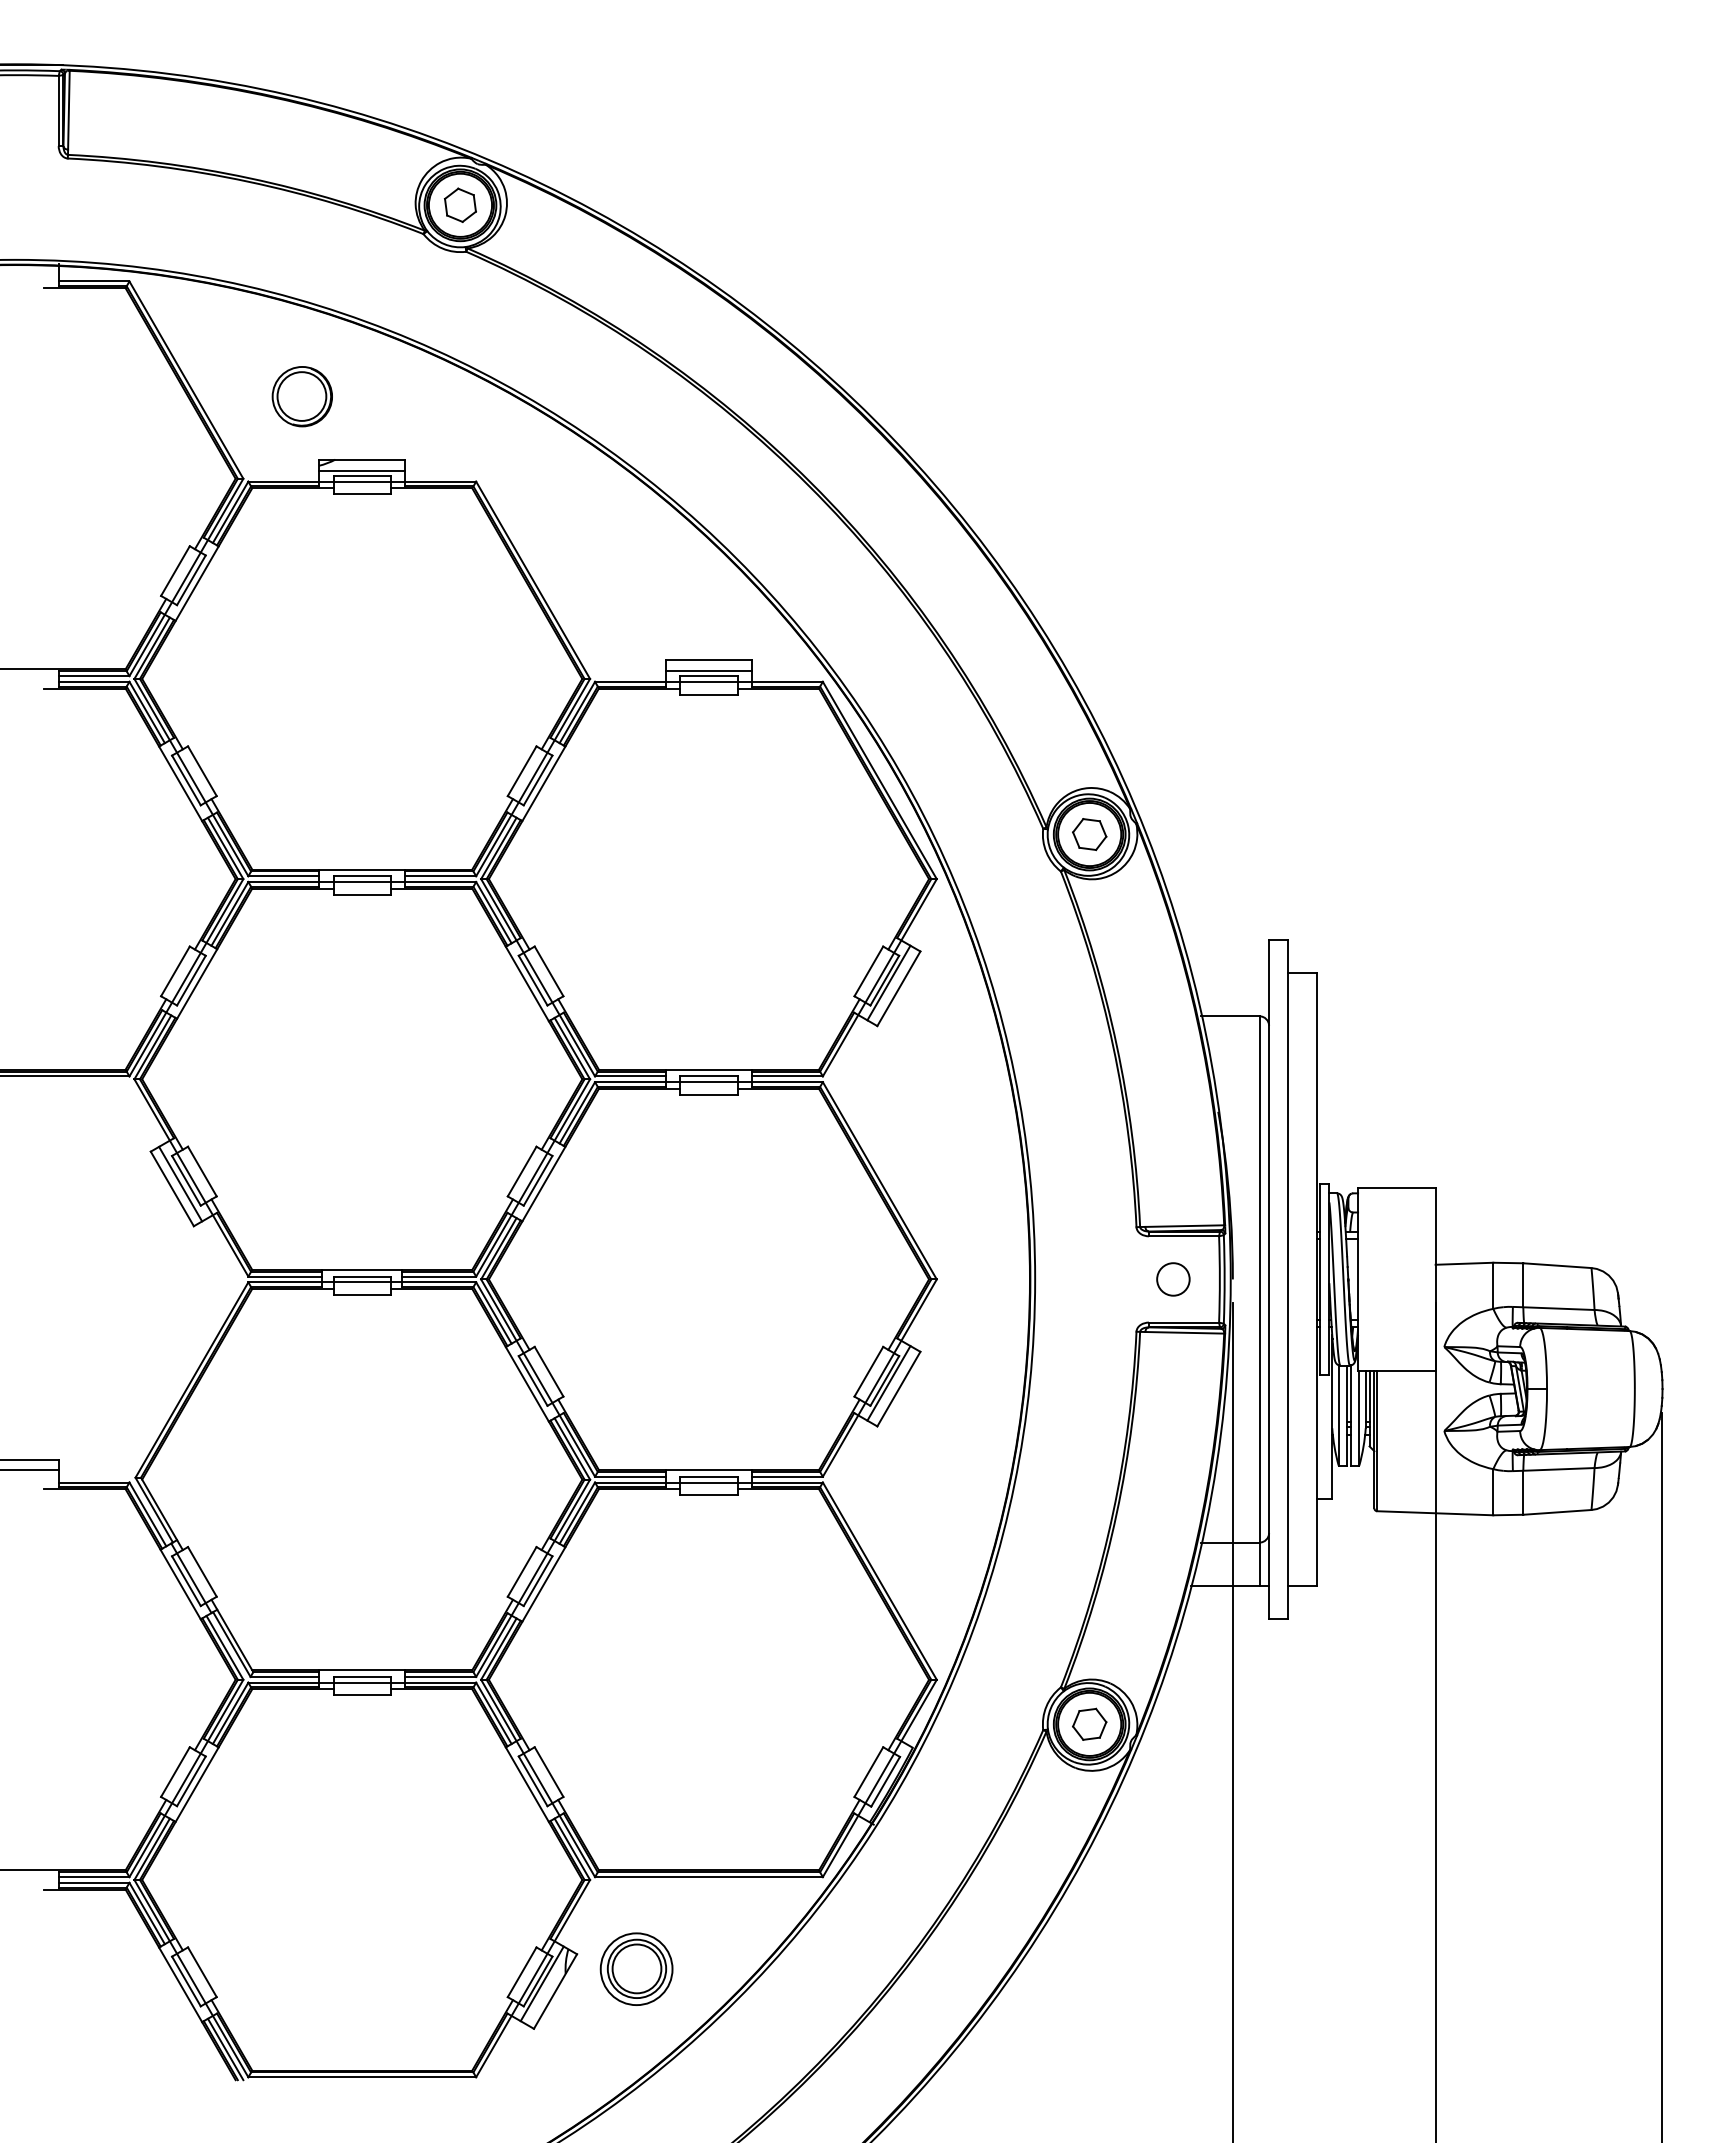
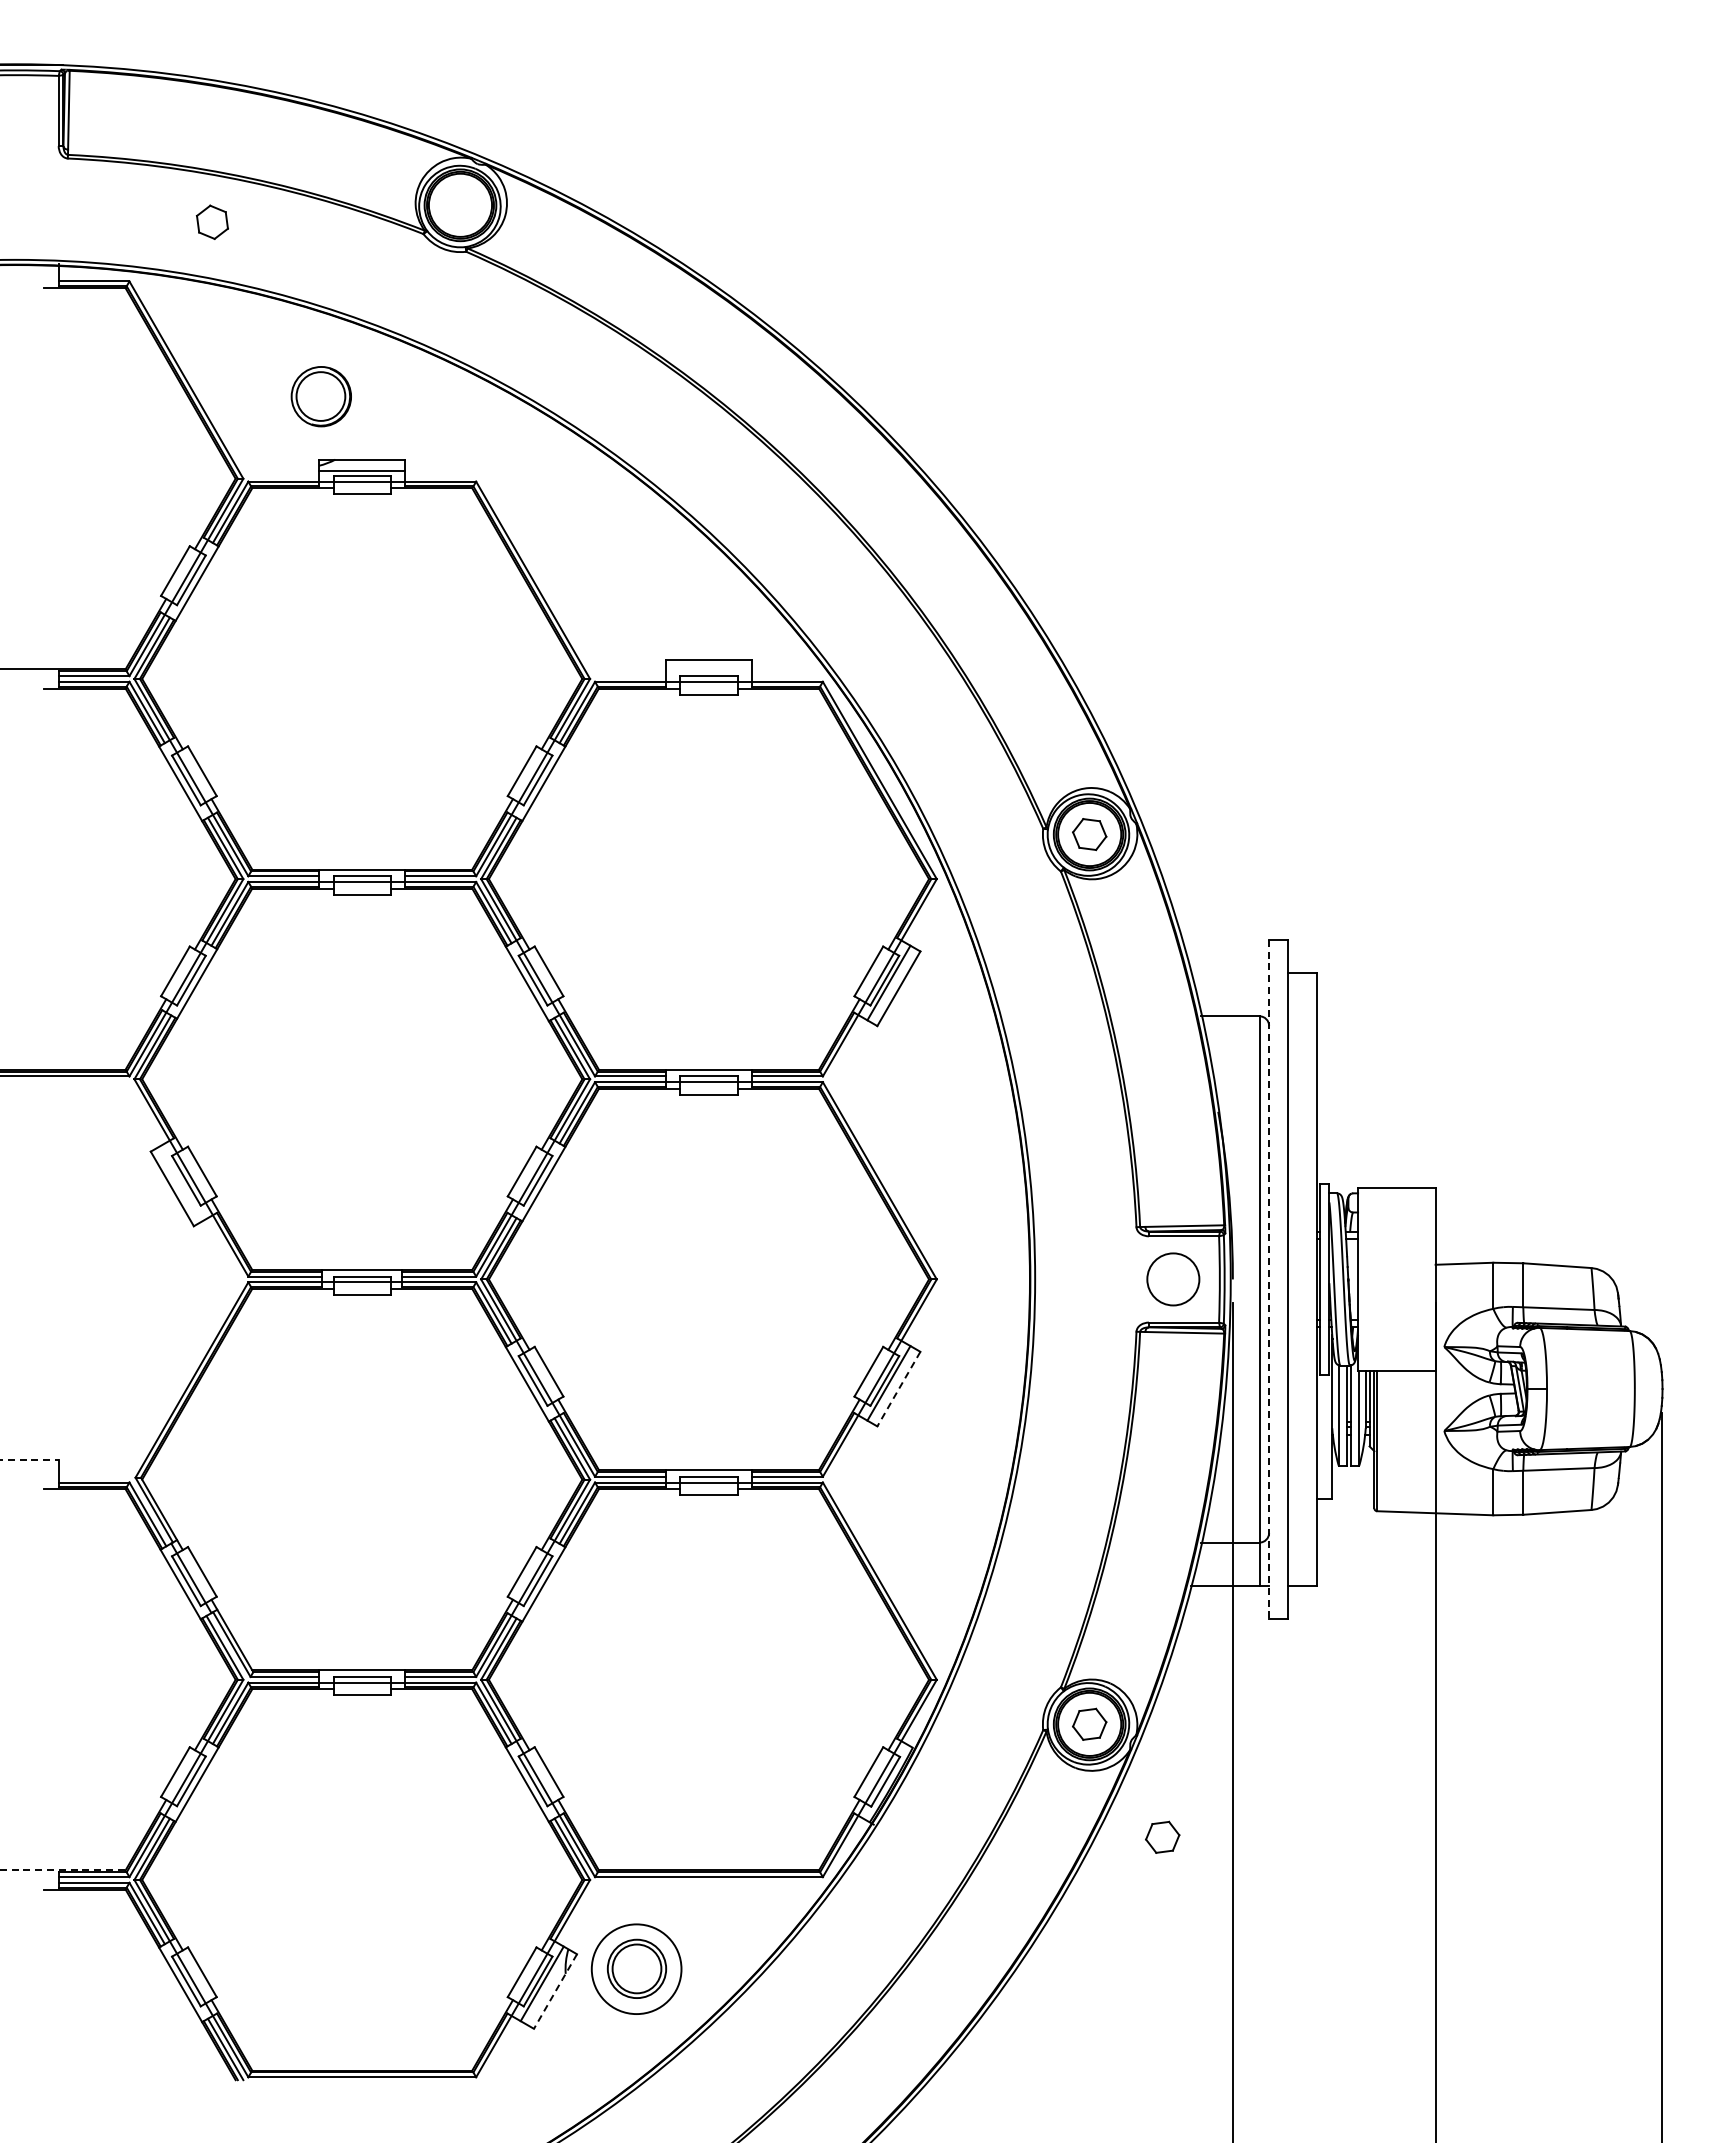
part at (460, 204) position: (460, 204) -> (212, 221)
part at (301, 396) position: (301, 396) -> (320, 396)
line at (708, 671): present -> none
line at (180, 1183): present -> none
circle at (1173, 1279) size: 35x35 px -> 55x55 px
line at (1269, 1279): solid -> dashed
line at (898, 1389): solid -> dashed
line at (29, 1460): solid -> dashed
line at (30, 1470): present -> none
part at (1162, 1836): none -> present
line at (62, 1870): solid -> dashed
circle at (636, 1969) diameter: 72 px -> 90 px
line at (555, 1991): solid -> dashed
